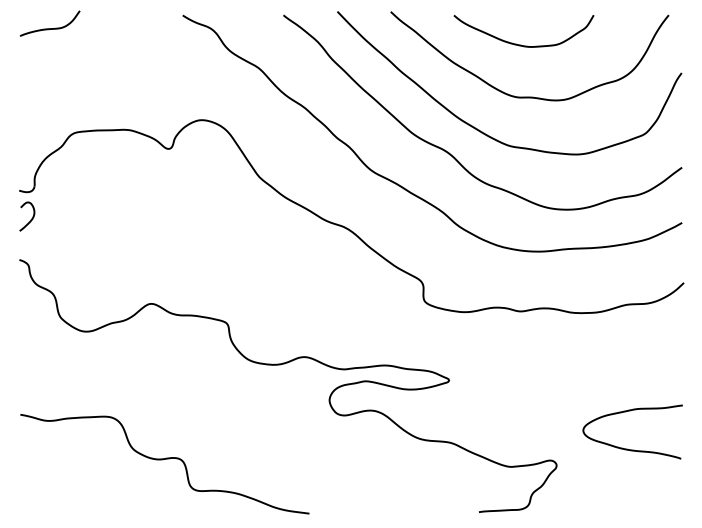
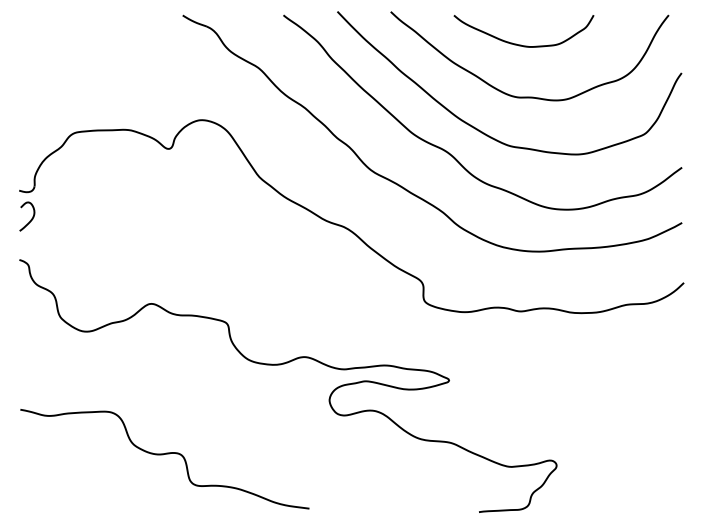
curve at (50, 28): present -> none
curve at (627, 448): present -> none
curve at (163, 460) position: (163, 460) -> (163, 455)
